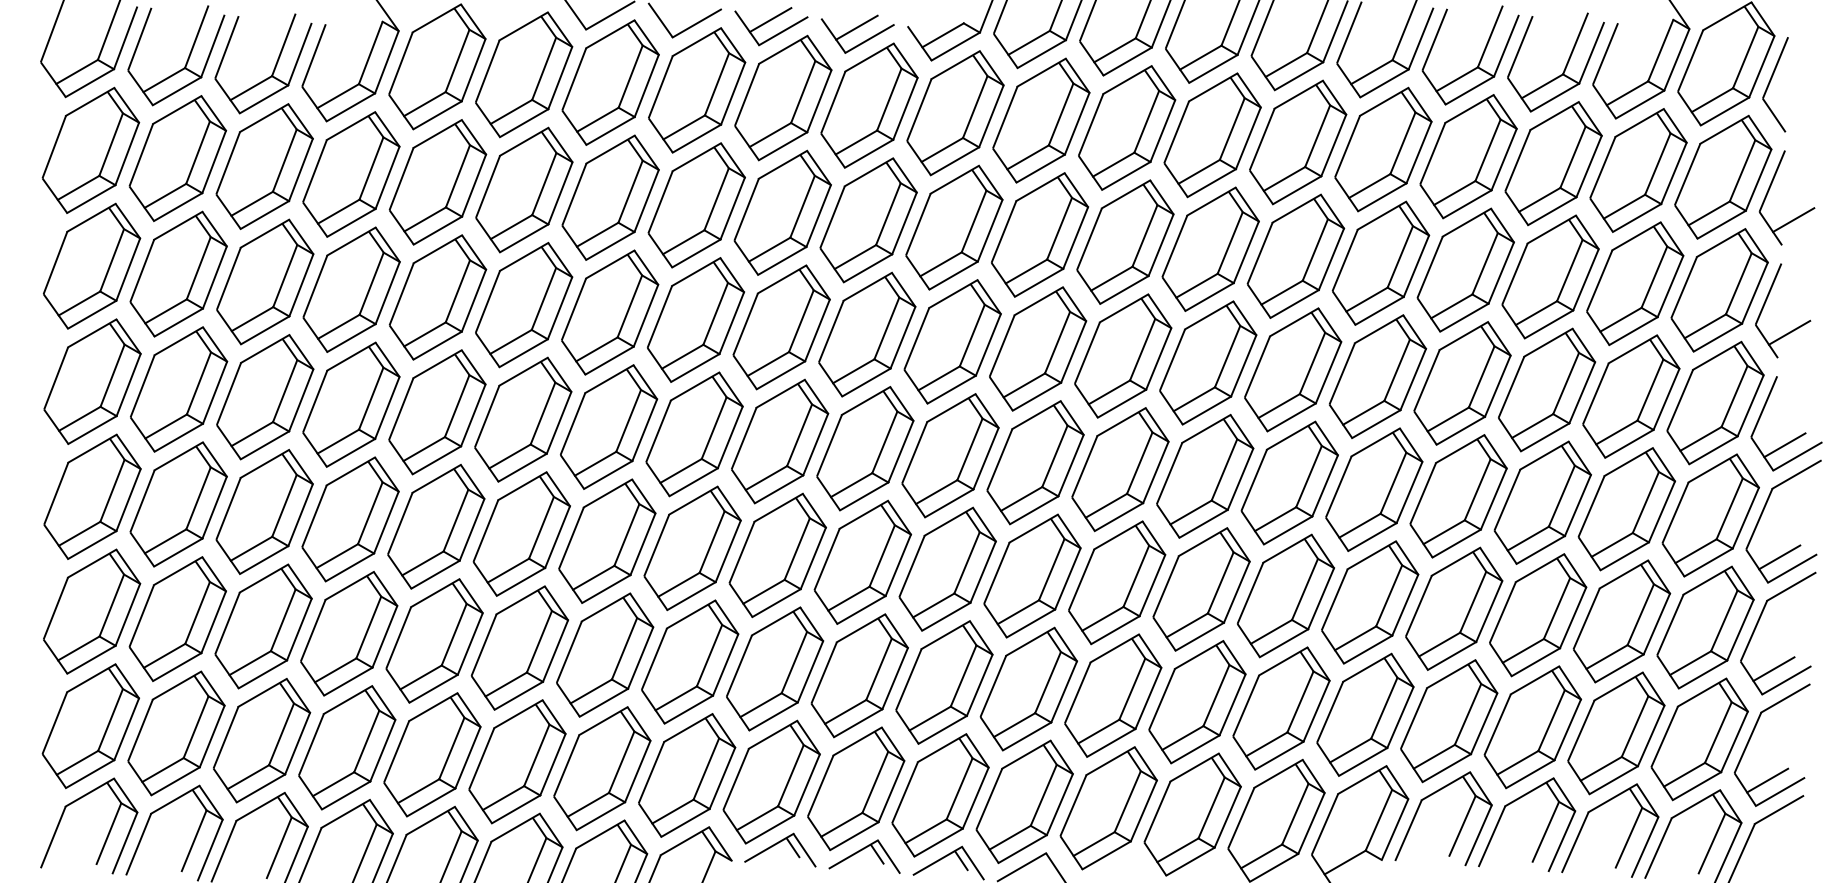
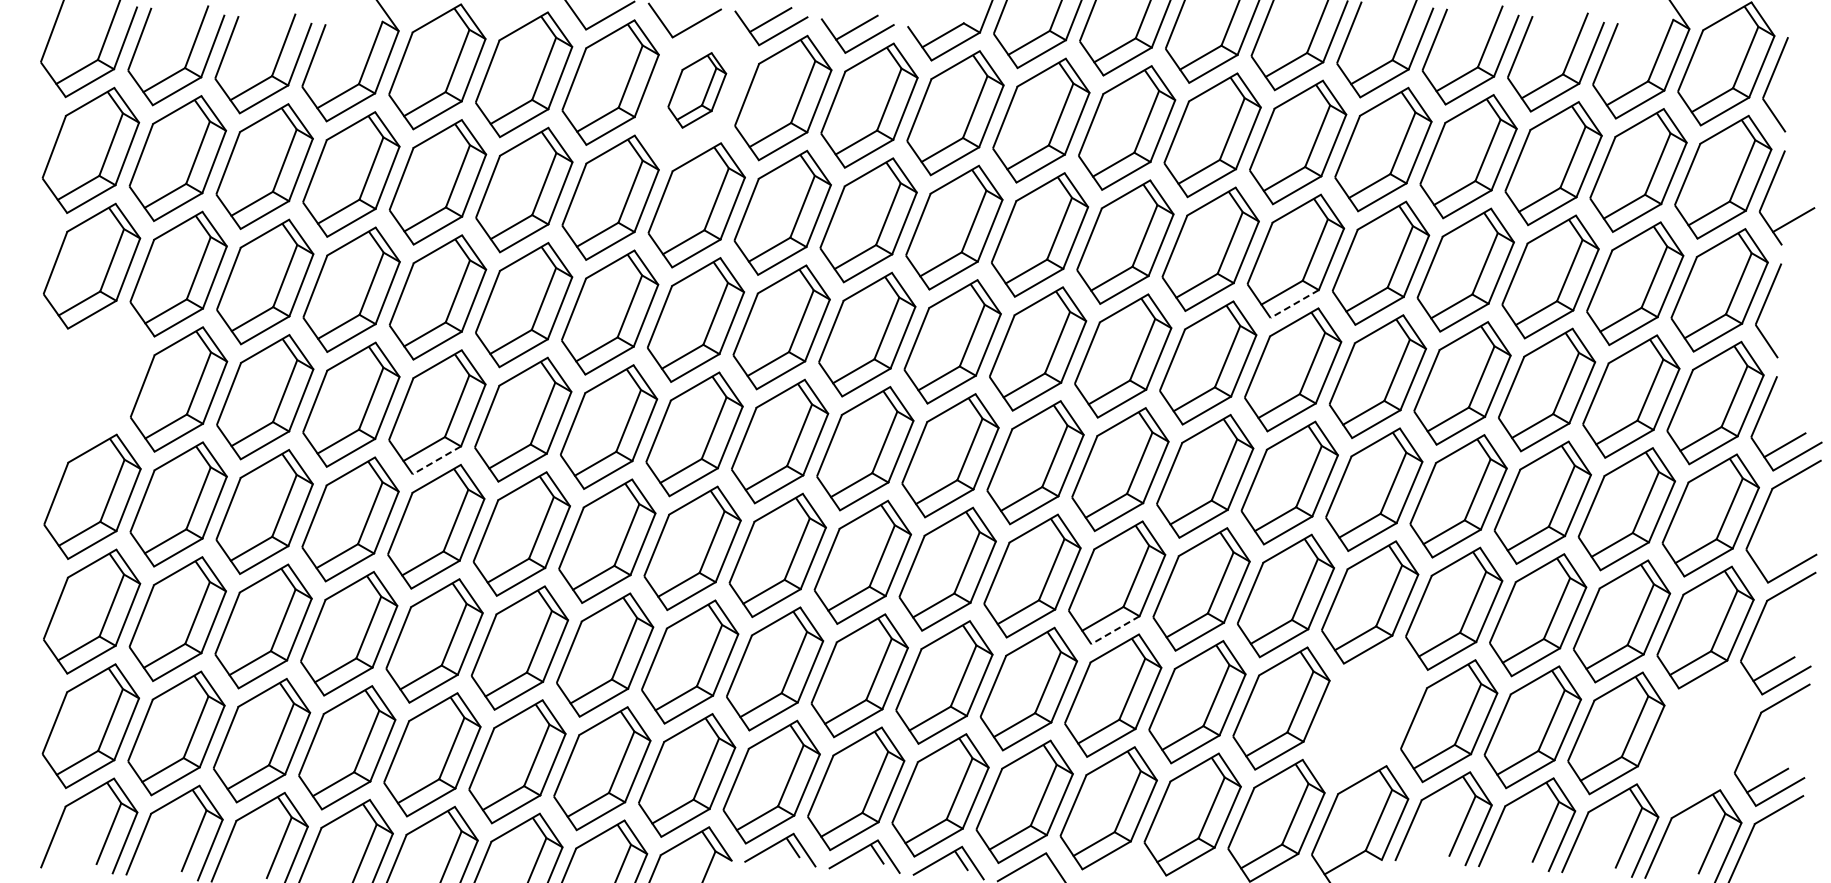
part at (697, 90) size: 99x127 px -> 61x77 px
line at (1294, 304): solid -> dashed
line at (1789, 332): present -> none
part at (92, 381): present -> none
line at (436, 460): solid -> dashed
line at (1779, 557): present -> none
line at (1115, 630): solid -> dashed
part at (1365, 714): present -> none
part at (1699, 739): present -> none
